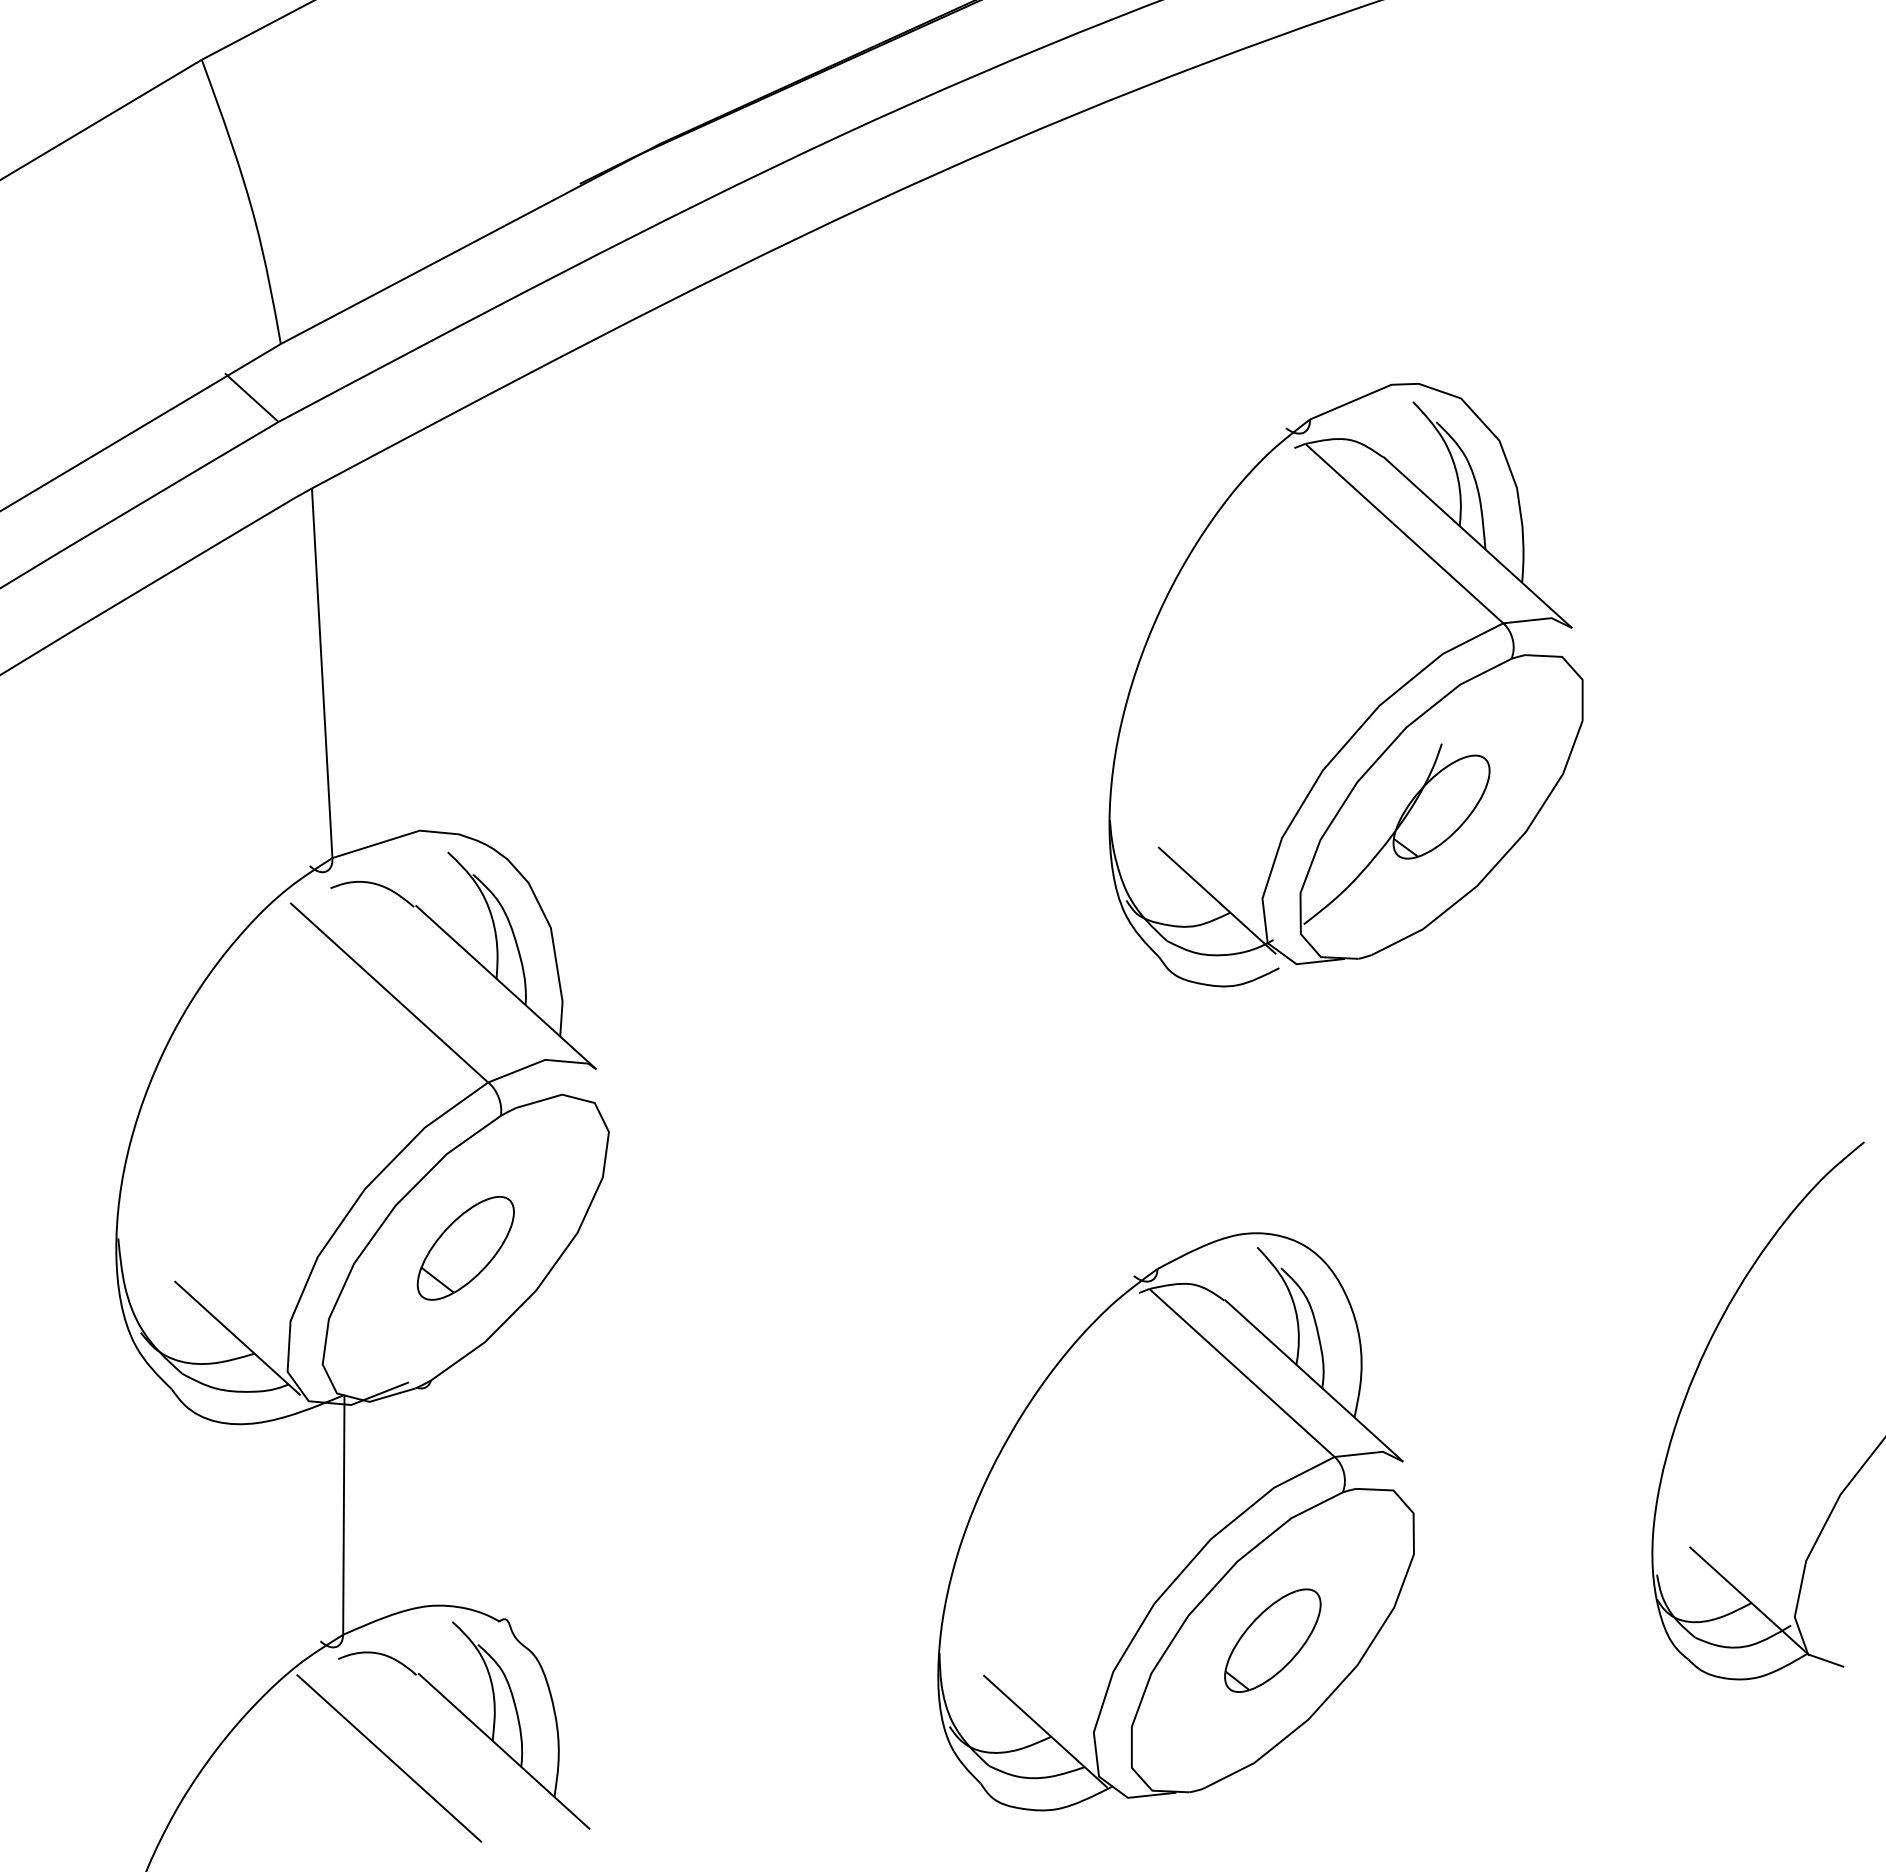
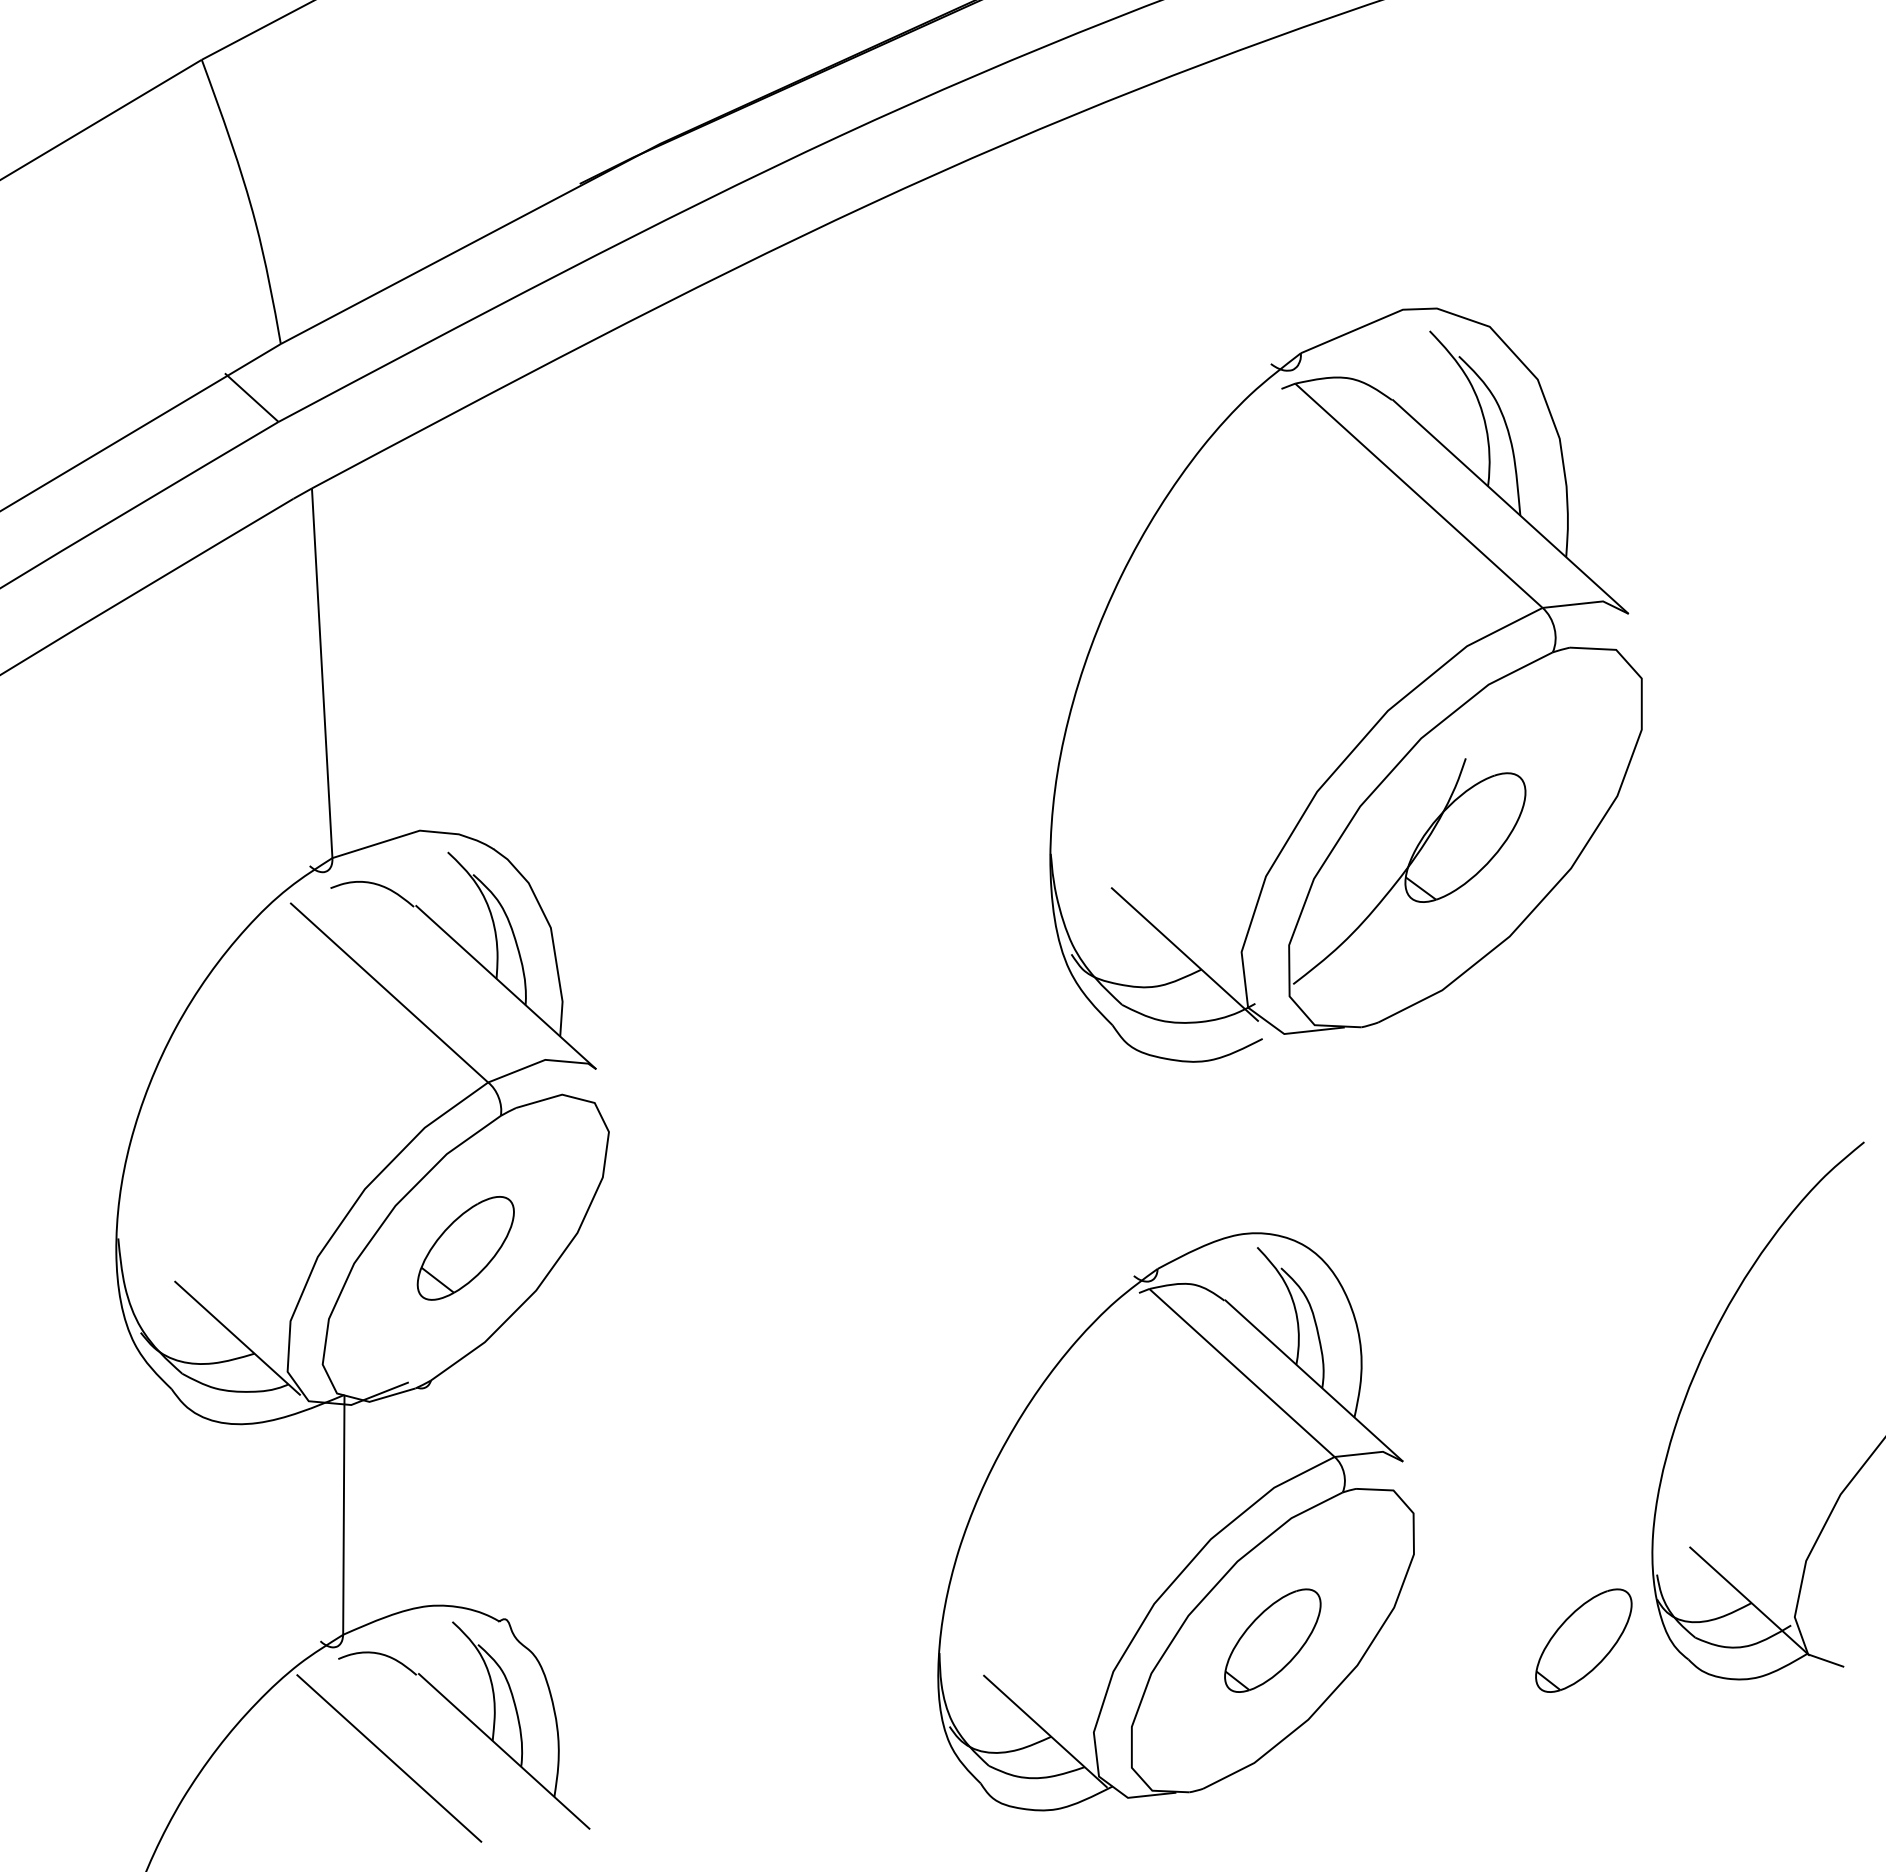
part at (1345, 684) size: 476x606 px -> 594x756 px
part at (1583, 1640): none -> present
